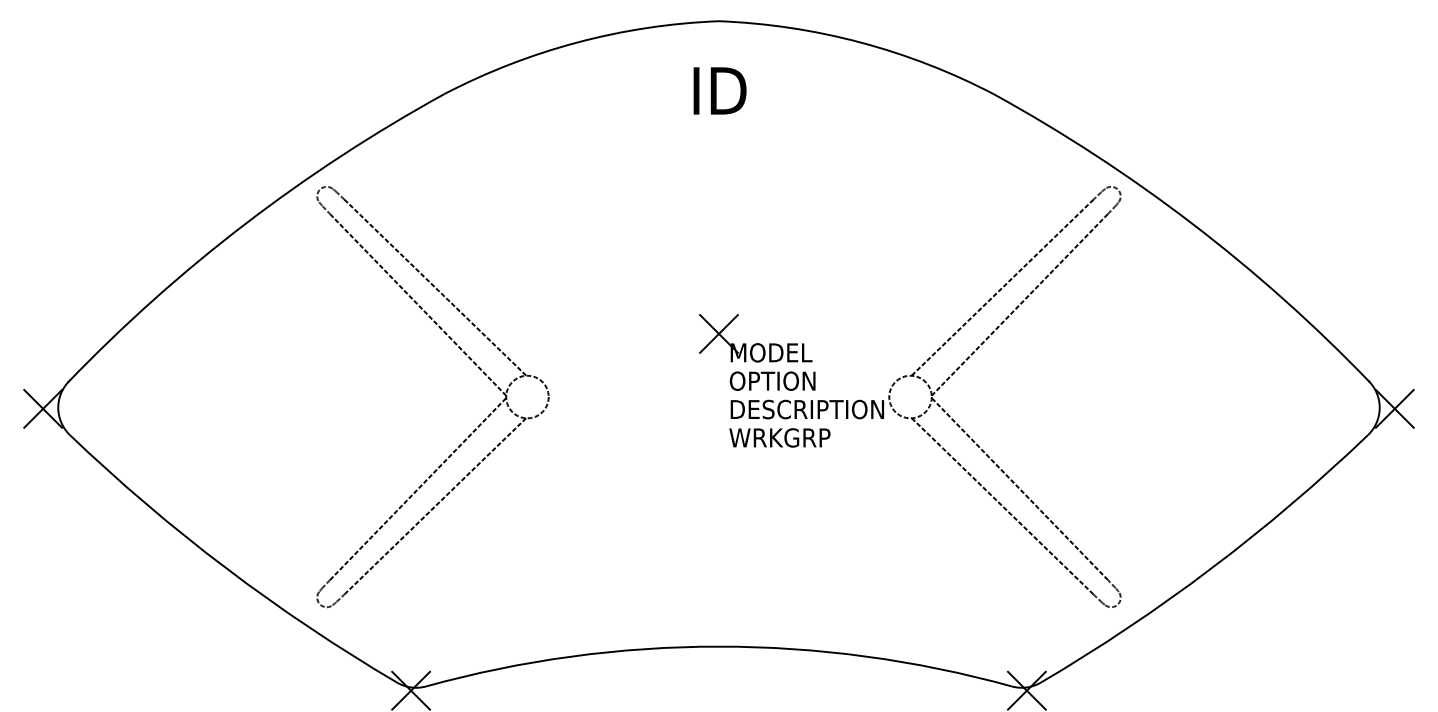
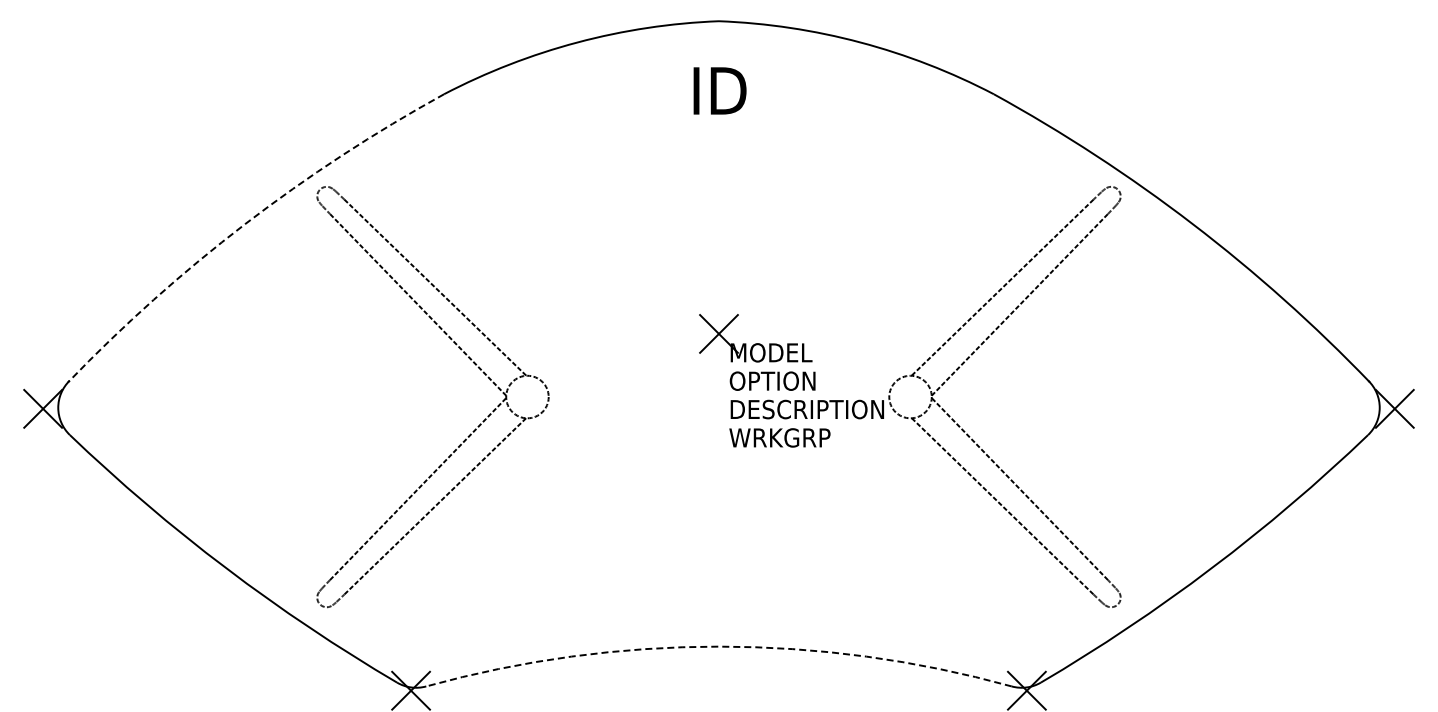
arc at (245, 224): solid -> dashed
arc at (719, 646): solid -> dashed
